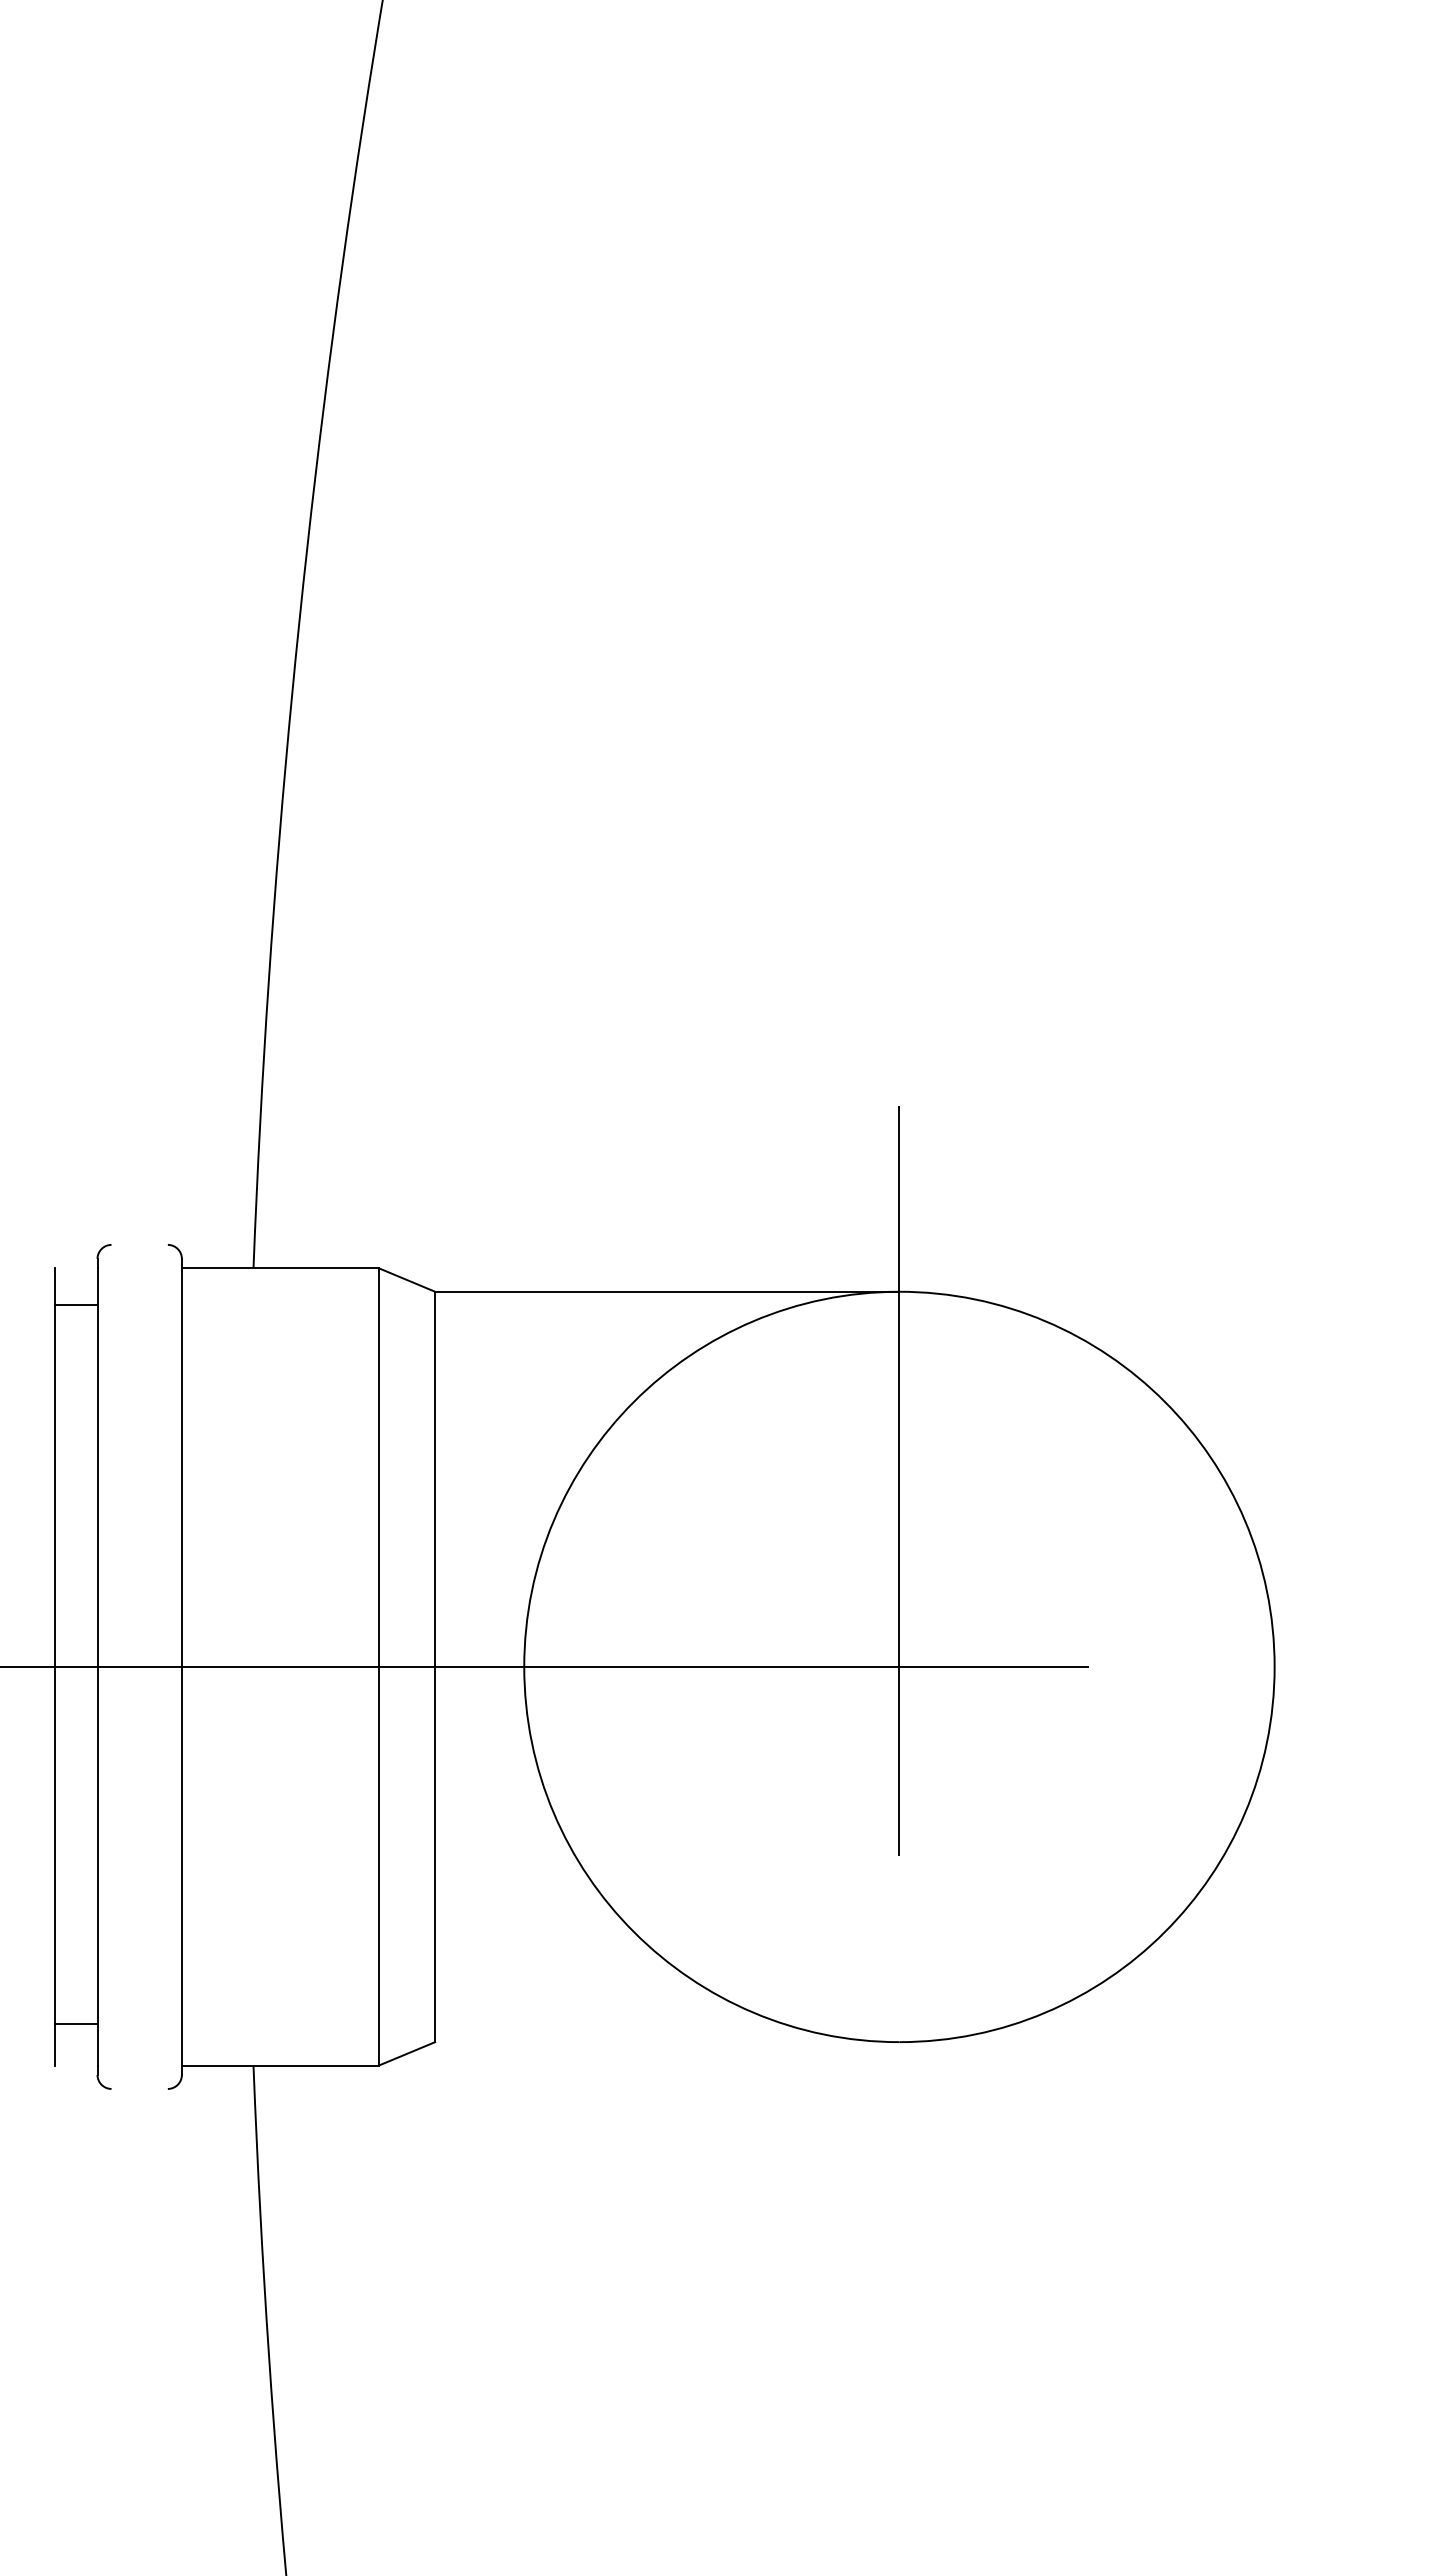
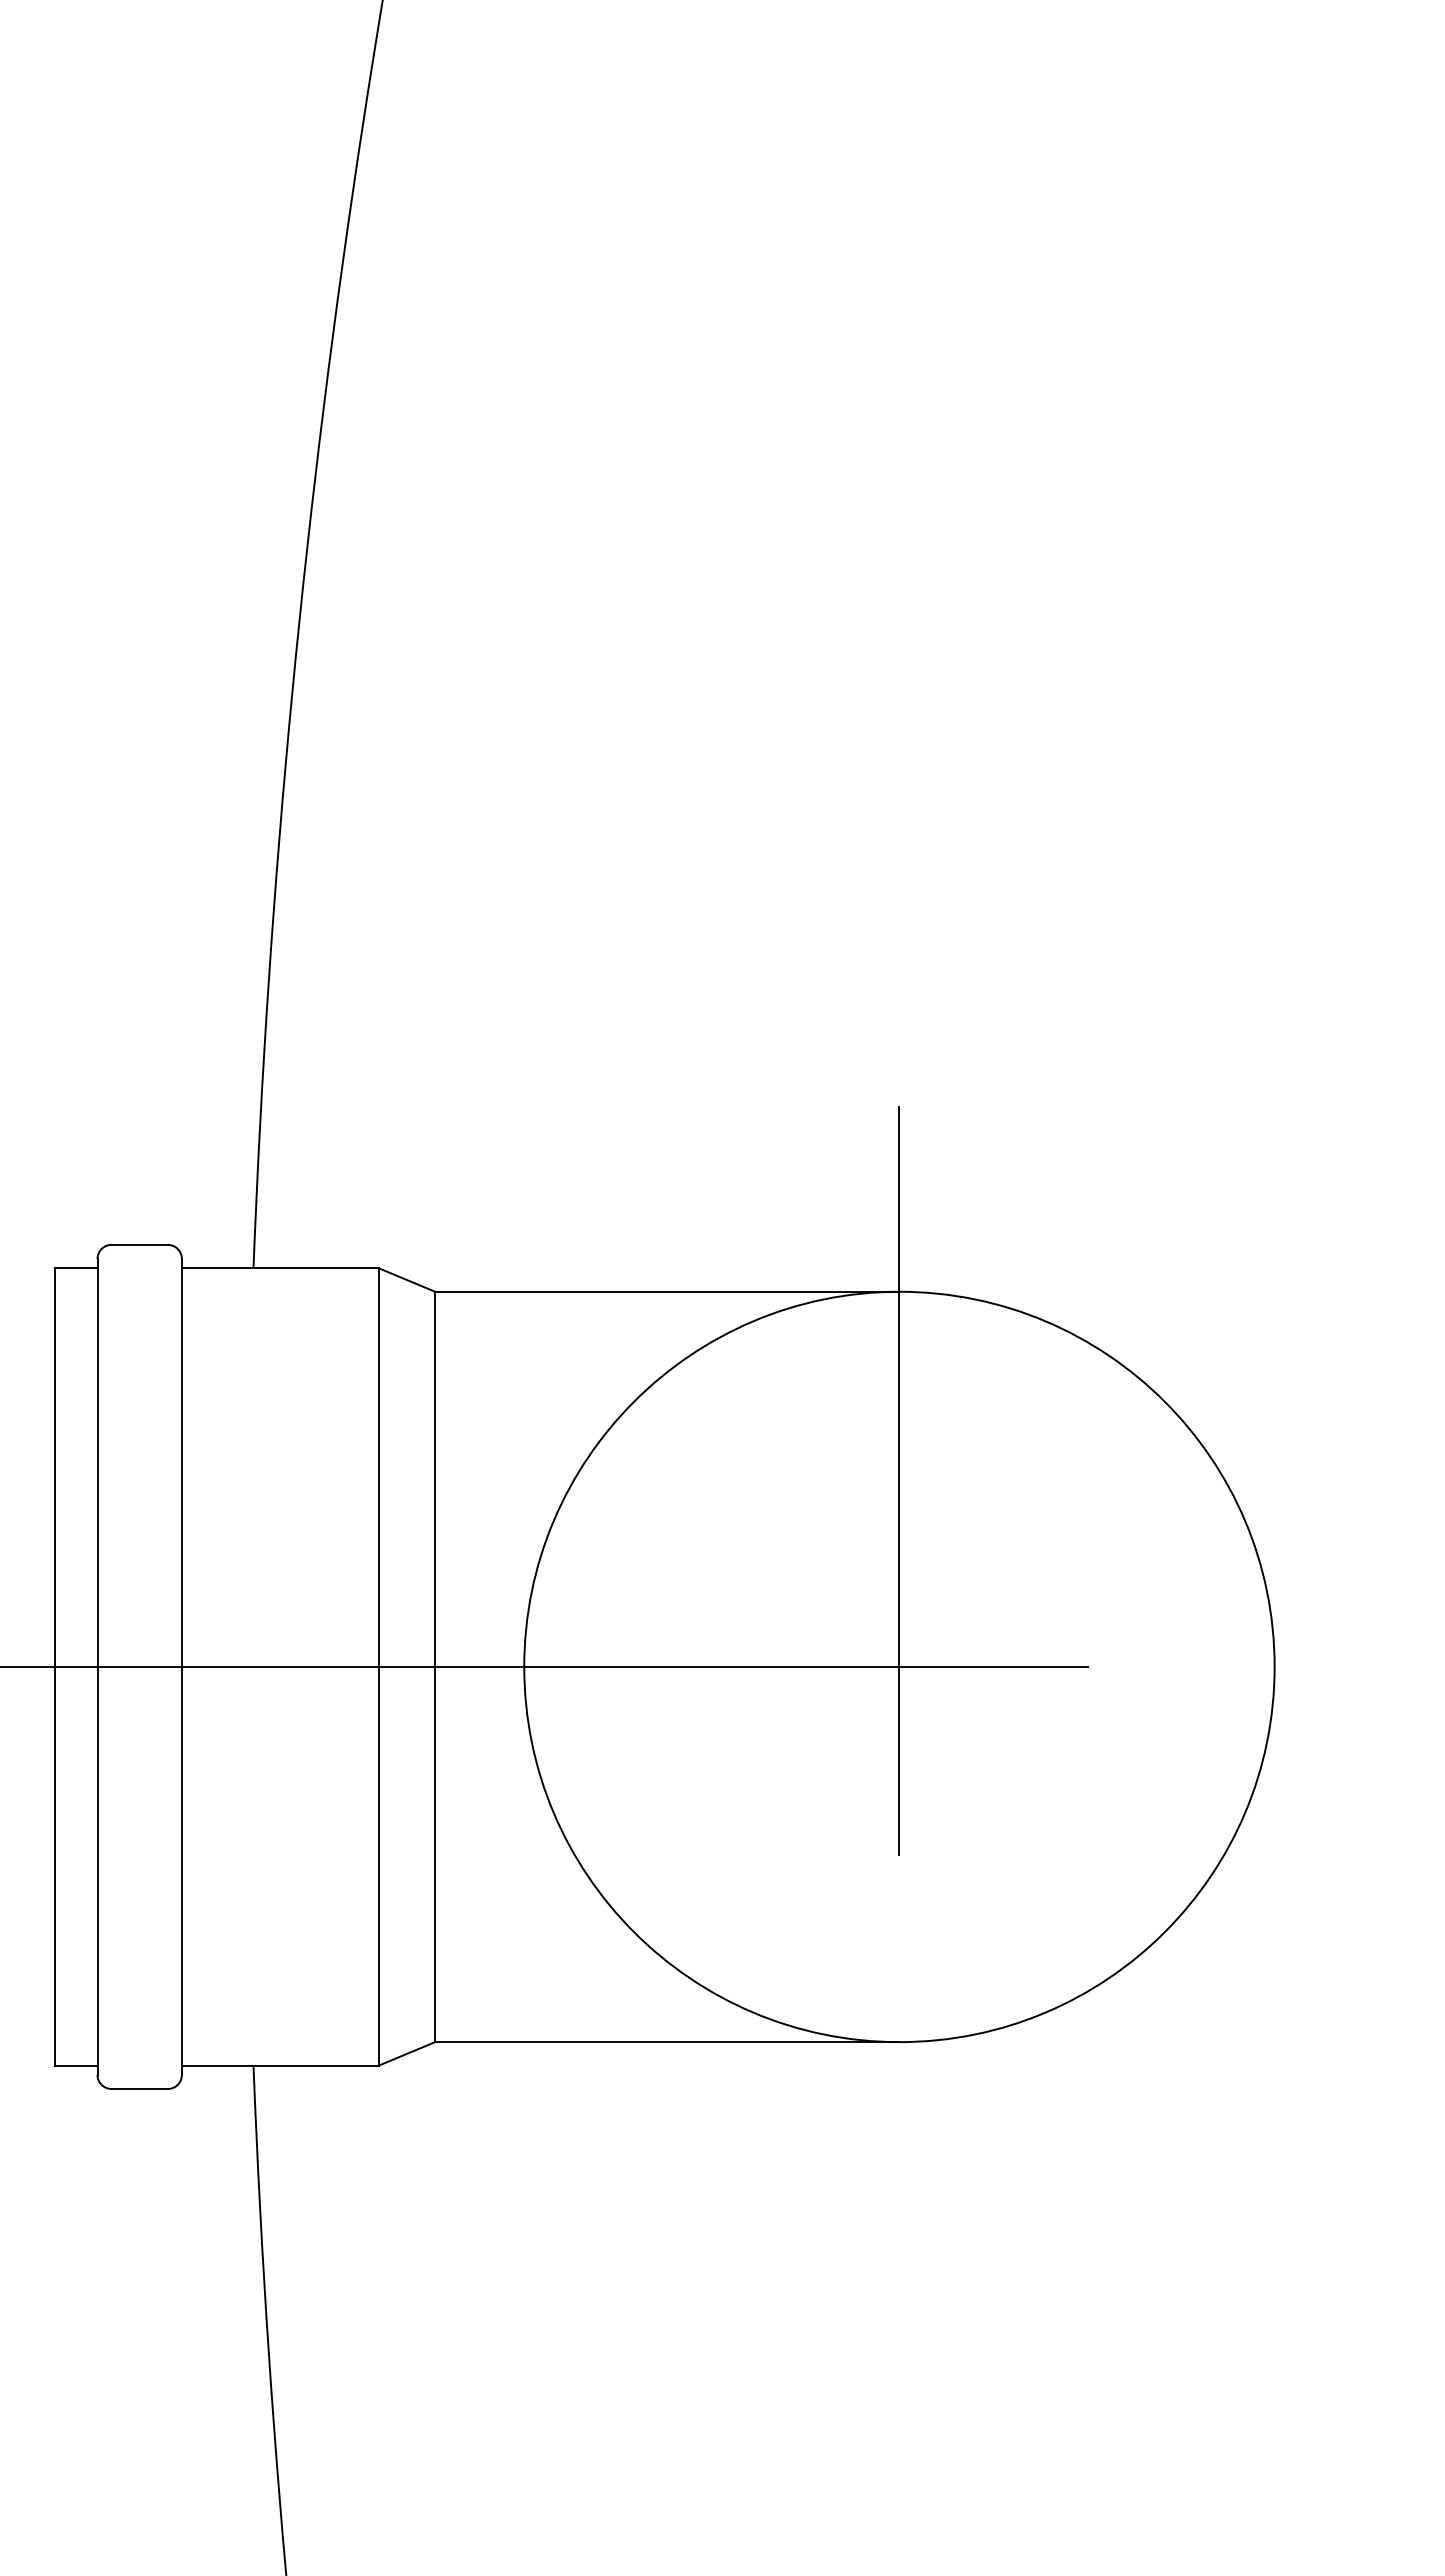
line at (139, 1244): none -> present
line at (76, 1305) position: (76, 1305) -> (76, 1268)
line at (76, 2023) position: (76, 2023) -> (76, 2065)
line at (667, 2042): none -> present
line at (139, 2089): none -> present
